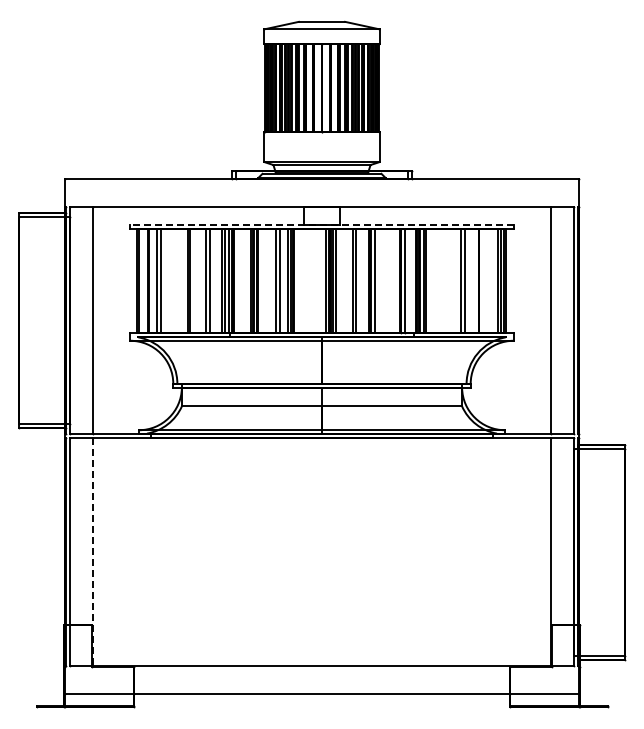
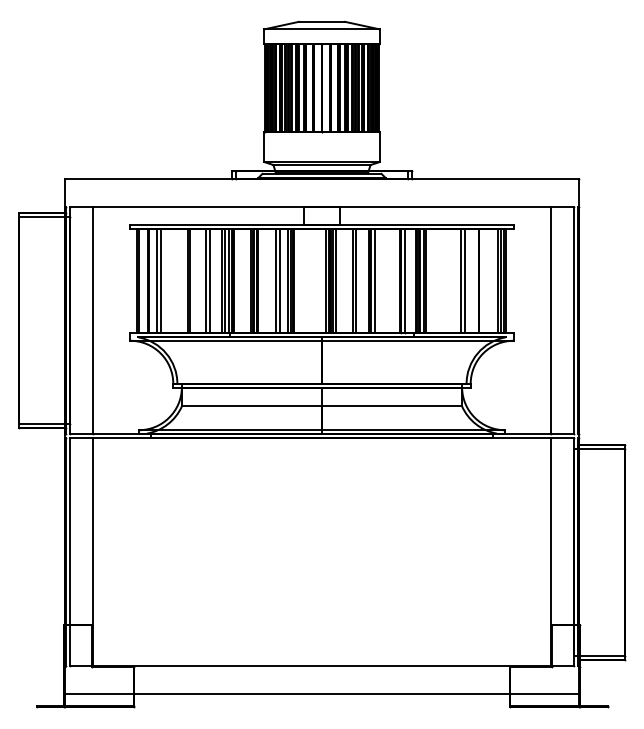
line at (322, 224): dashed -> solid
line at (93, 552): dashed -> solid
